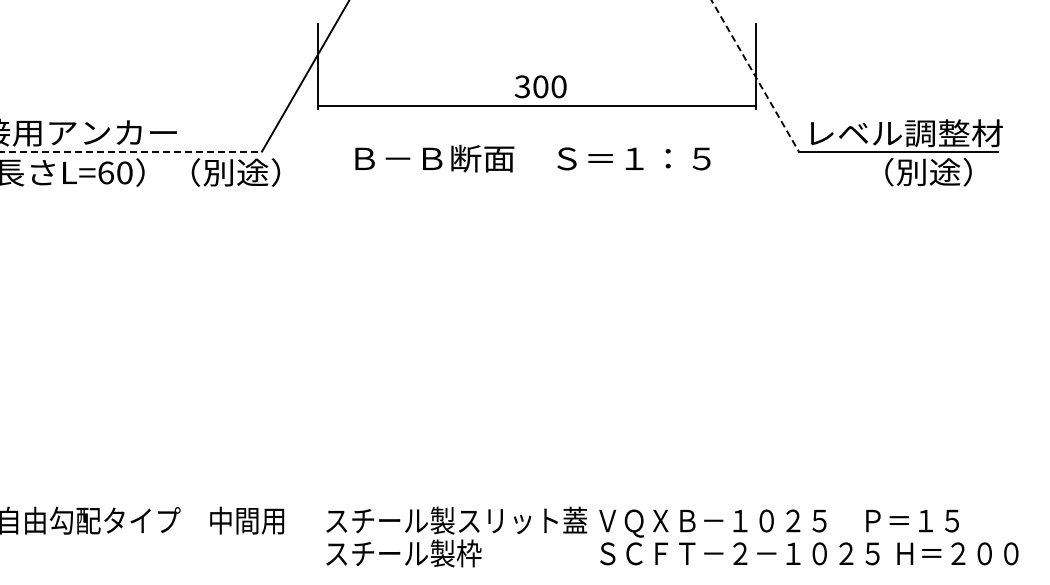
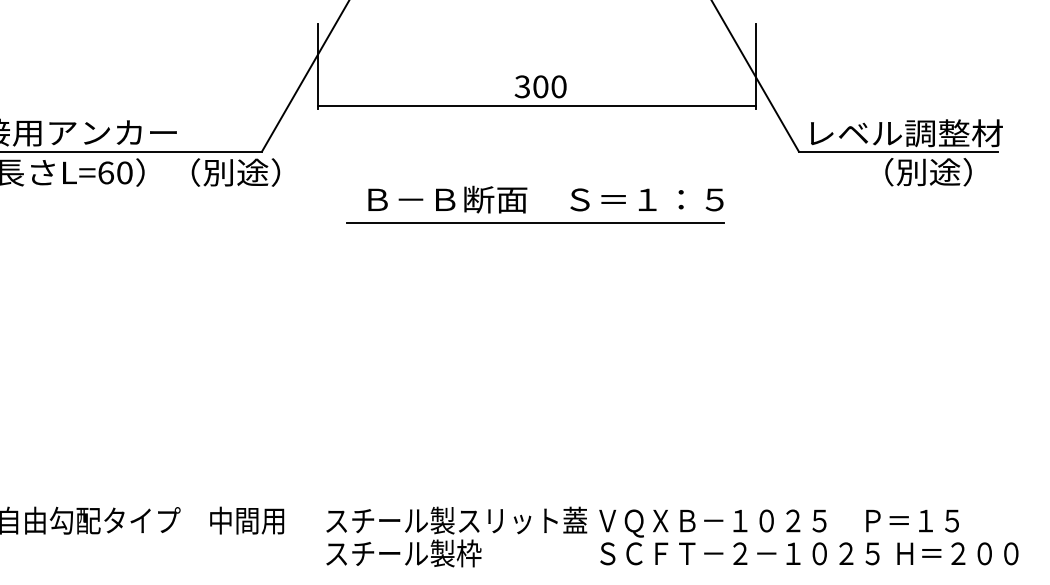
line at (755, 76): dashed -> solid
line at (131, 151): dashed -> solid
text at (532, 158) position: (532, 158) -> (545, 199)
line at (535, 222): none -> present
